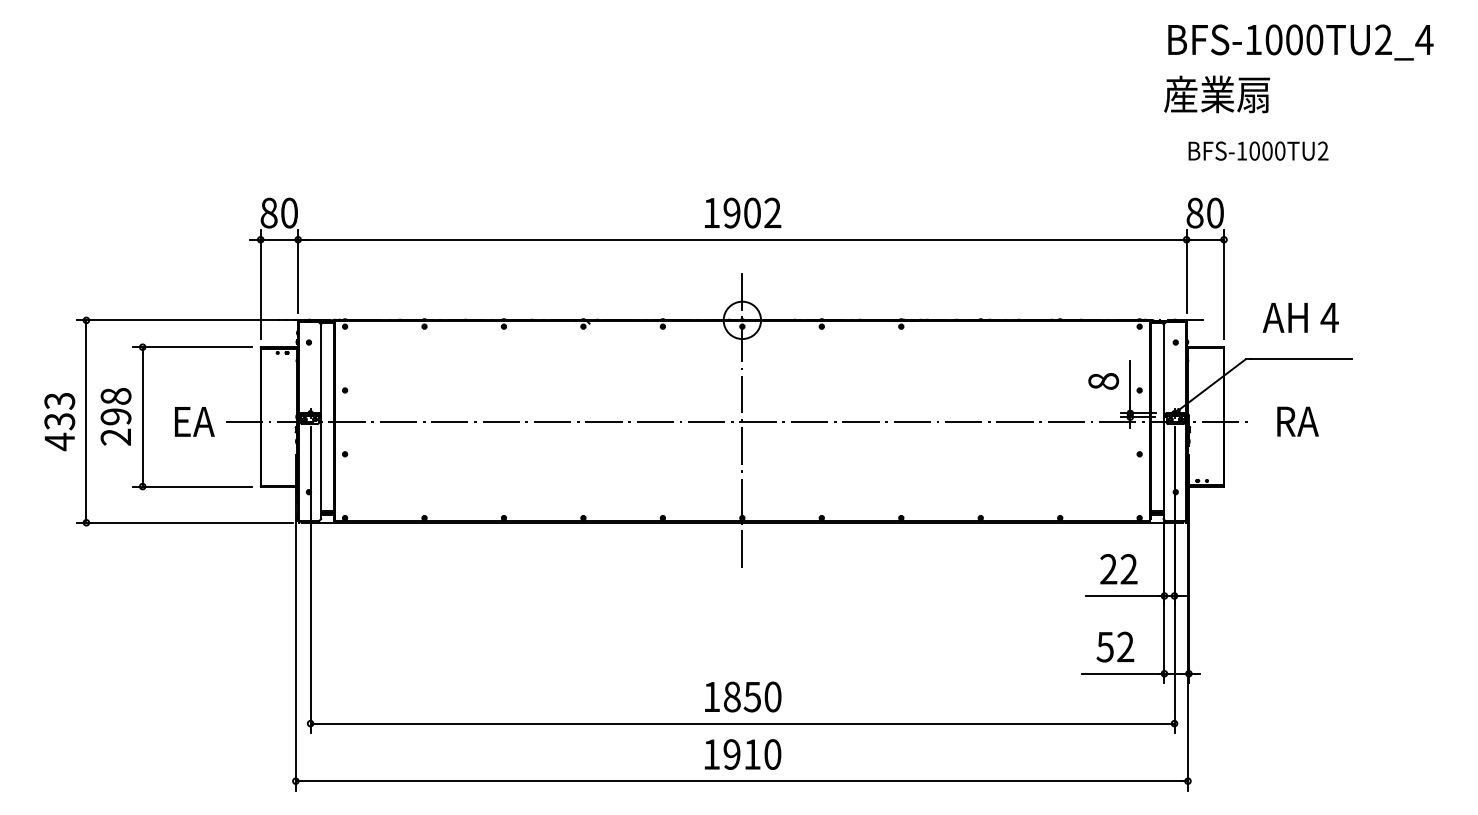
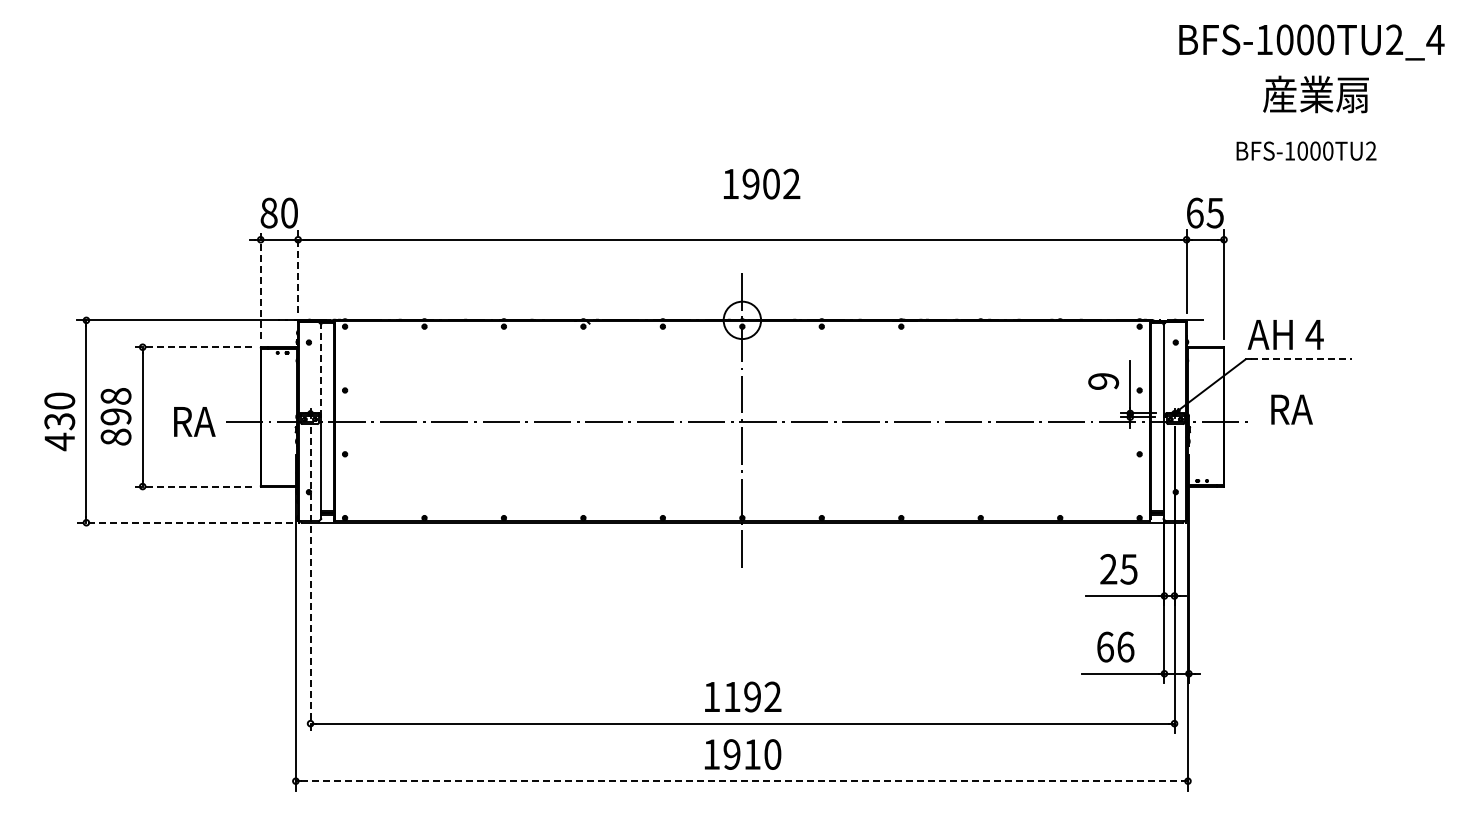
text at (1300, 42) position: (1300, 42) -> (1311, 42)
text at (1216, 94) position: (1216, 94) -> (1315, 94)
text at (1258, 150) position: (1258, 150) -> (1306, 150)
text at (743, 212) position: (743, 212) -> (762, 183)
text at (1204, 212): 80 -> 65
line at (298, 271): solid -> dashed
line at (260, 284): solid -> dashed
text at (1300, 317) position: (1300, 317) -> (1285, 334)
line at (192, 347): solid -> dashed
line at (1302, 359): solid -> dashed
line at (321, 370): solid -> dashed
text at (1103, 381): 8 -> 9
text at (59, 400): 433 -> 430
text at (194, 421): EA -> RA
text at (1297, 421) position: (1297, 421) -> (1291, 409)
text at (115, 436): 298 -> 898
line at (192, 486): solid -> dashed
line at (184, 522): solid -> dashed
text at (1128, 569): 22 -> 25
line at (310, 580): solid -> dashed
text at (1115, 646): 52 -> 66
text at (752, 696): 1850 -> 1192
line at (742, 781): solid -> dashed
